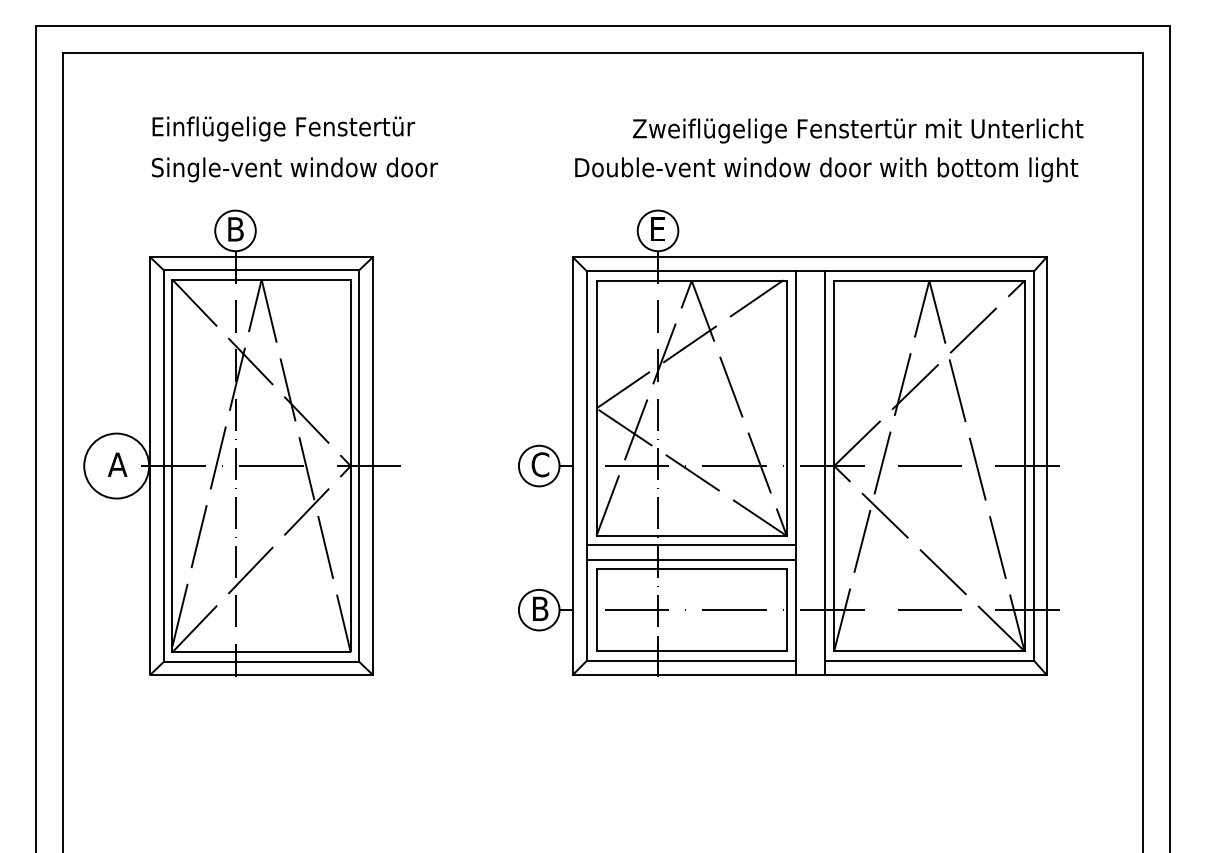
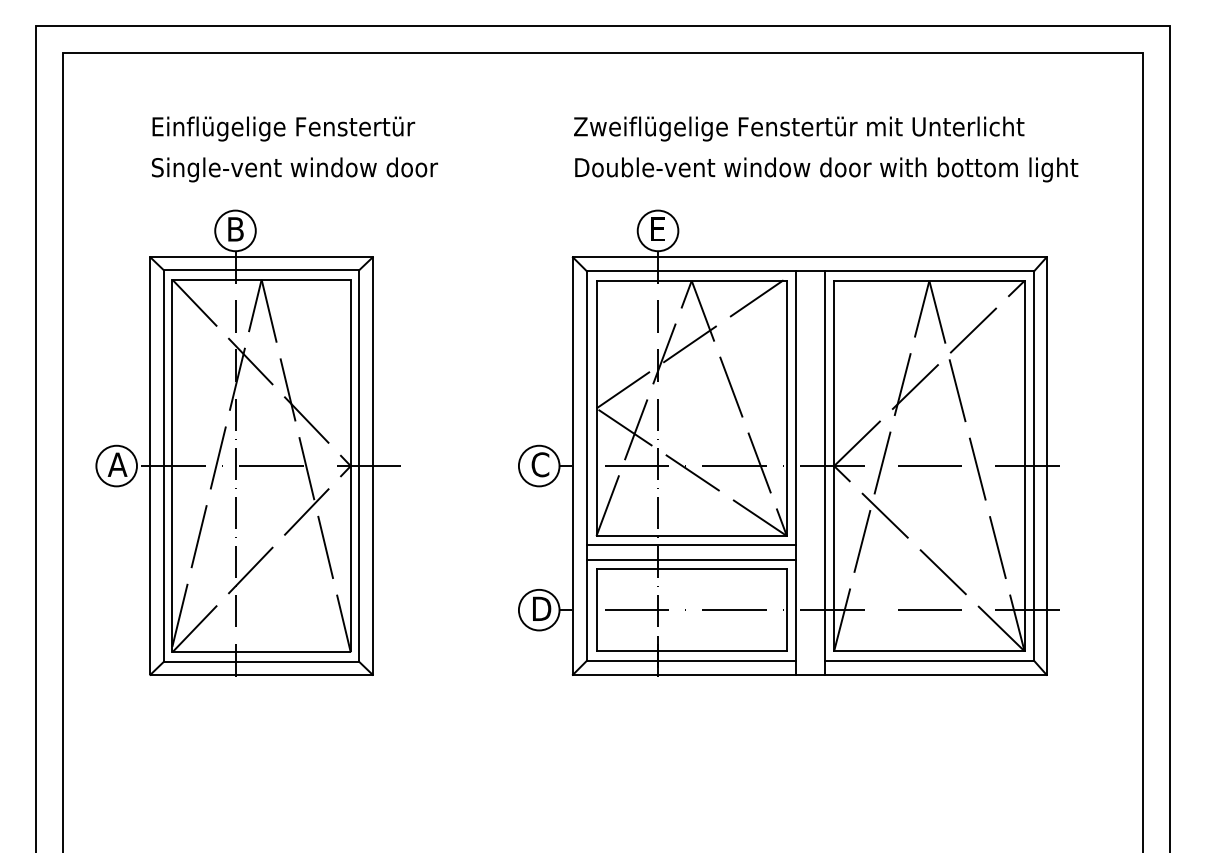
text at (858, 130) position: (858, 130) -> (799, 128)
circle at (116, 465) diameter: 65 px -> 41 px
text at (543, 609): B -> D
